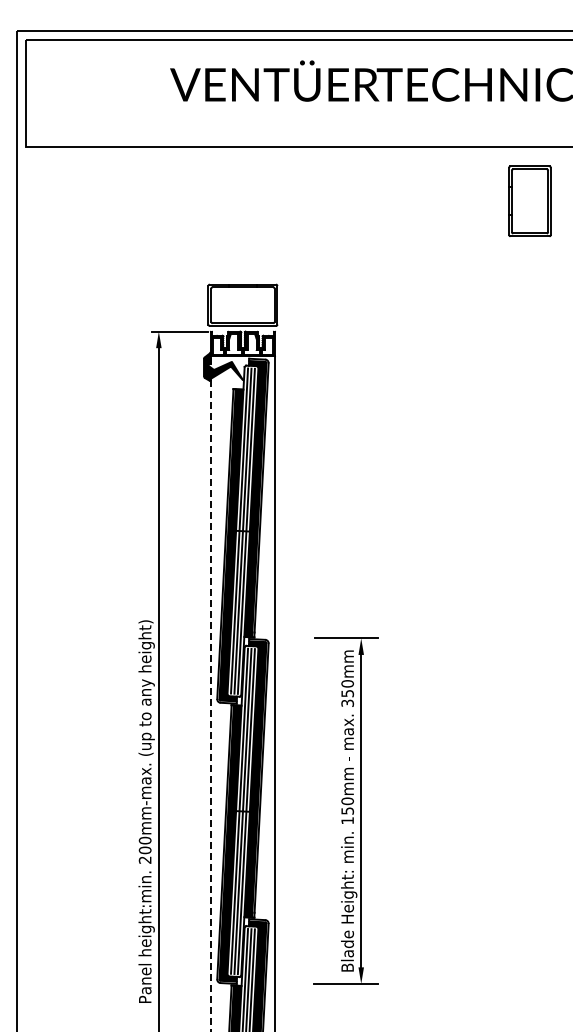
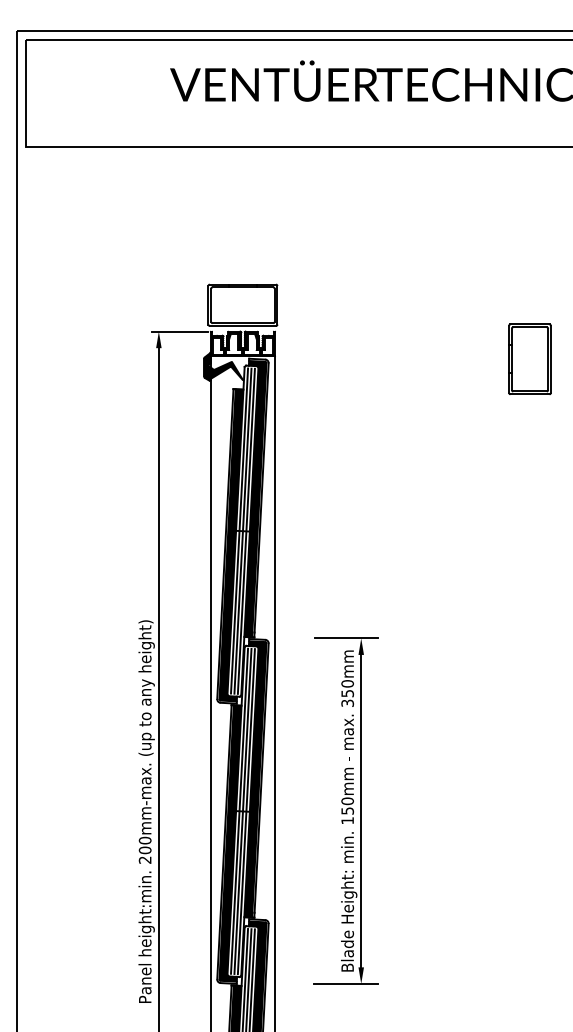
part at (529, 200) position: (529, 200) -> (529, 358)
line at (210, 693): dashed -> solid
